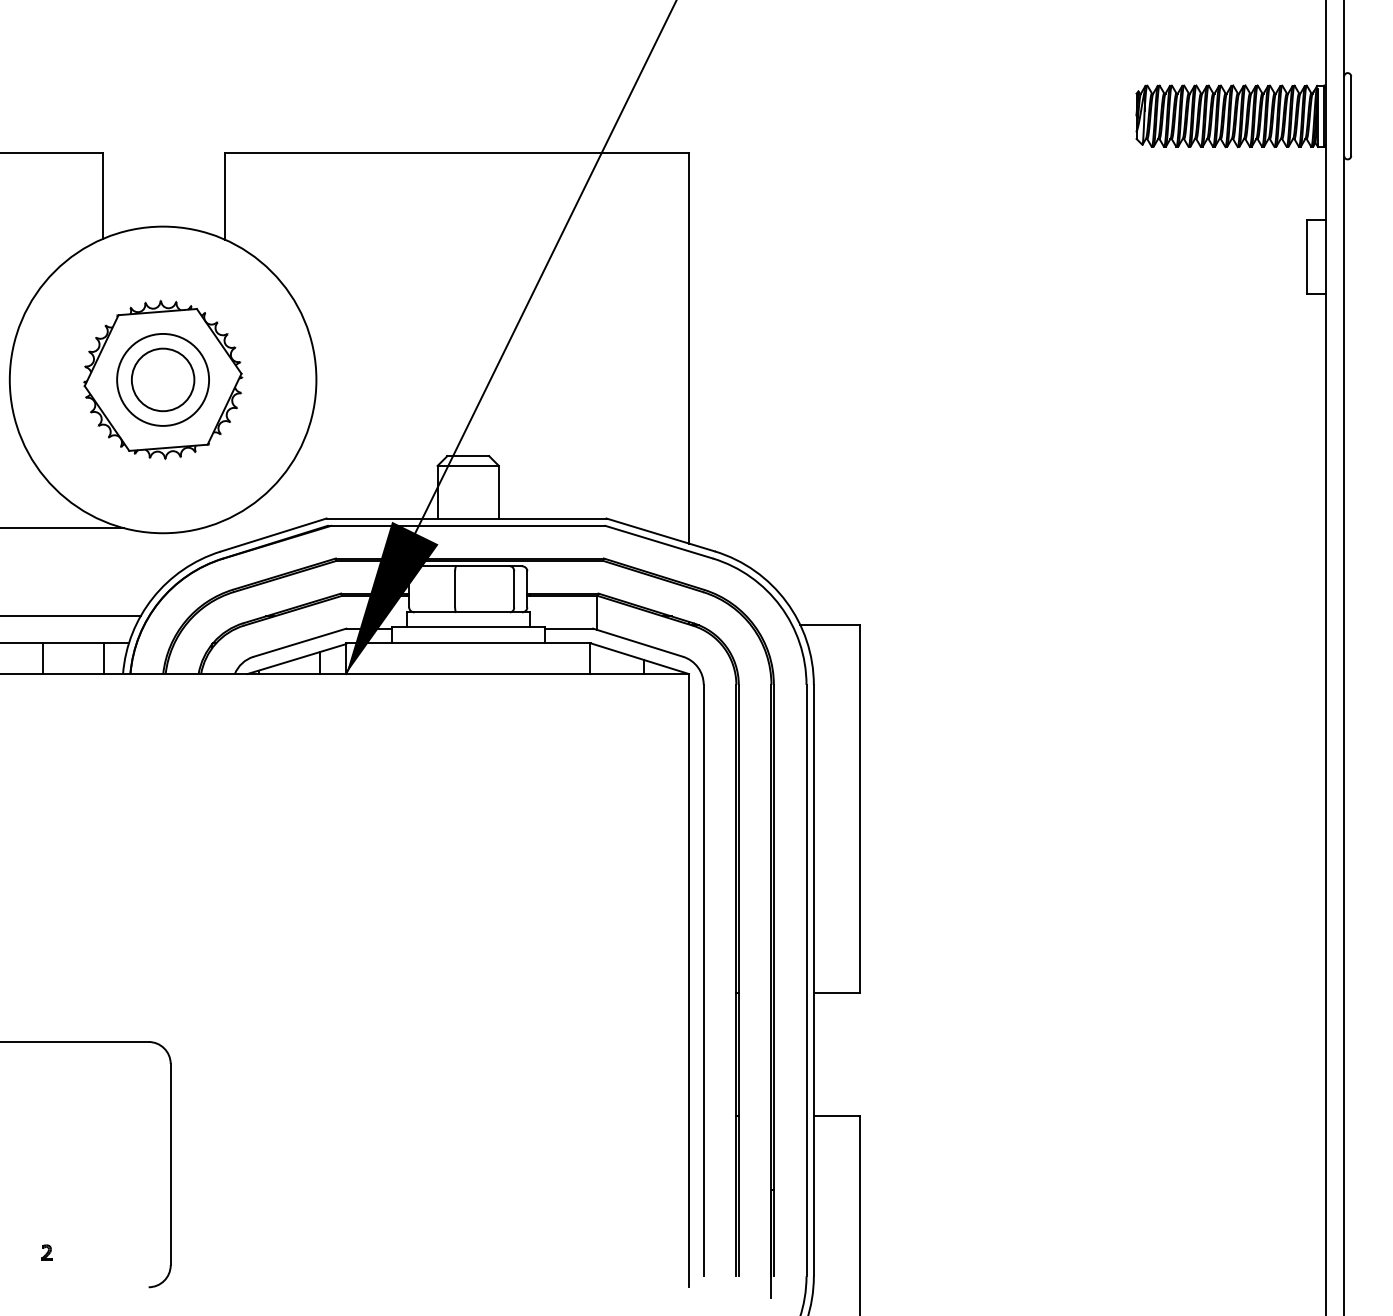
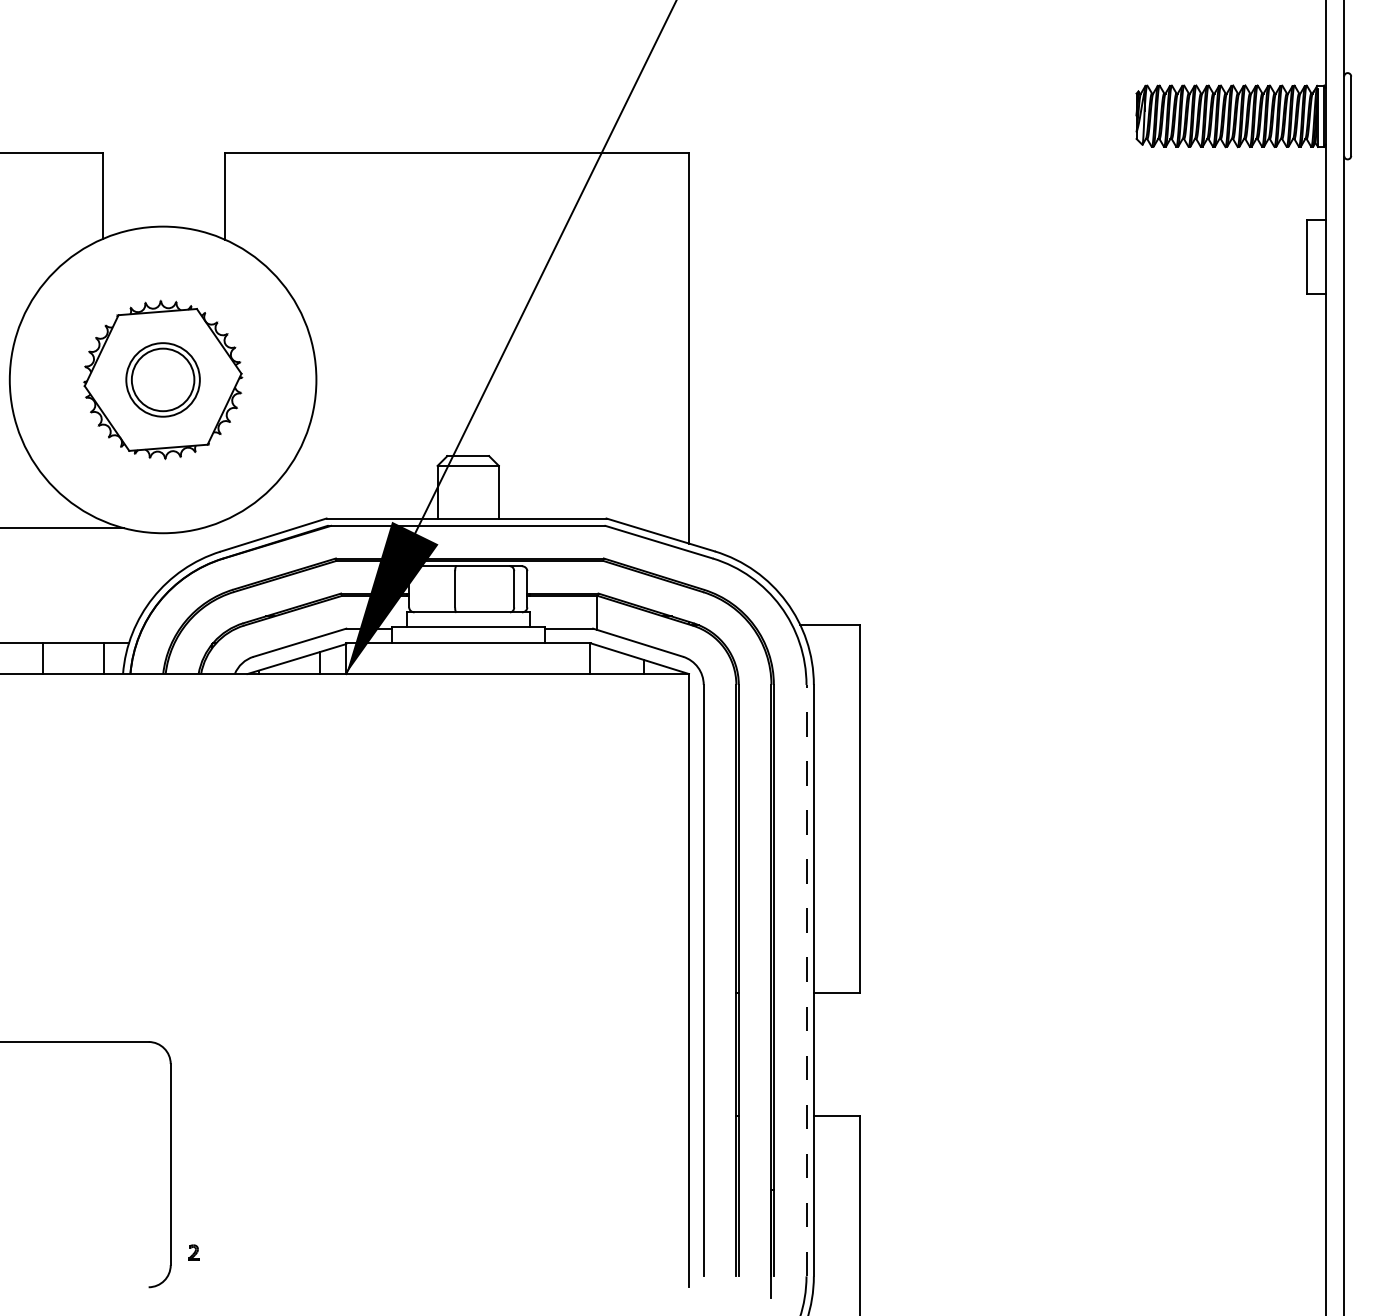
circle at (163, 379) diameter: 92 px -> 74 px
line at (71, 616): present -> none
line at (806, 980): solid -> dashed
part at (46, 1252) position: (46, 1252) -> (193, 1252)
